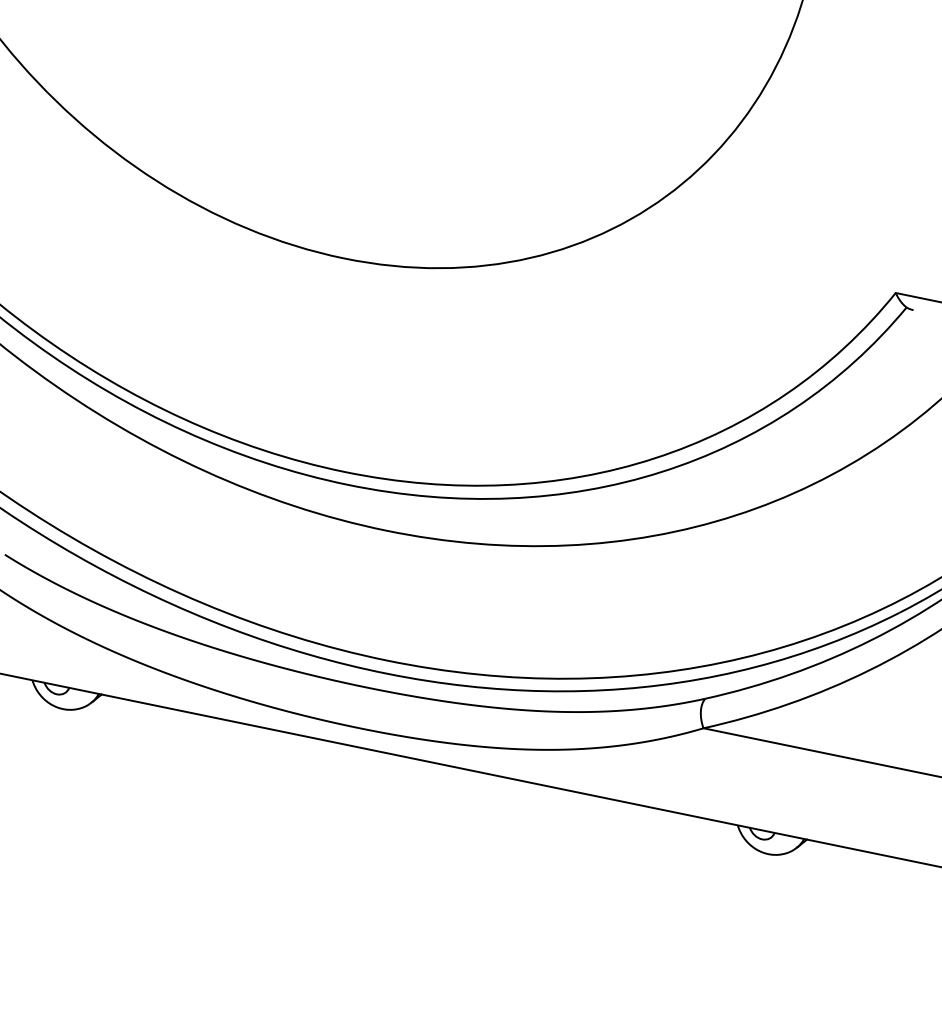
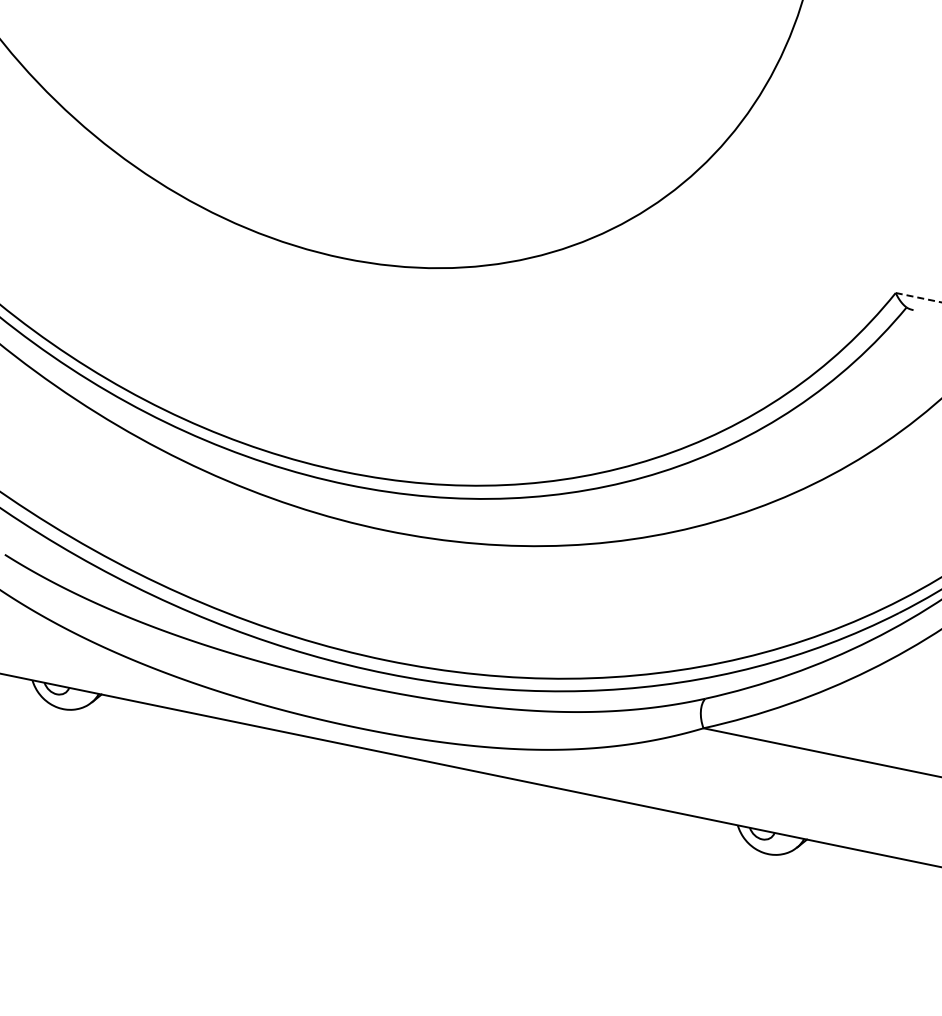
line at (919, 297): solid -> dashed
